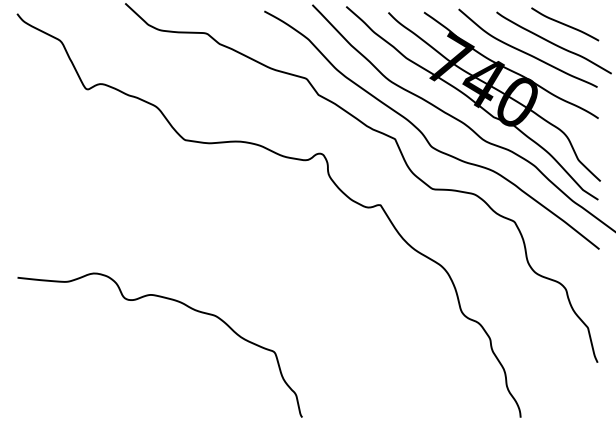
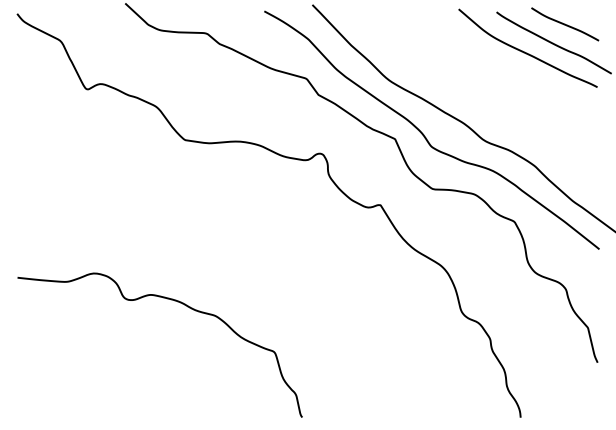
part at (473, 103): present -> none
